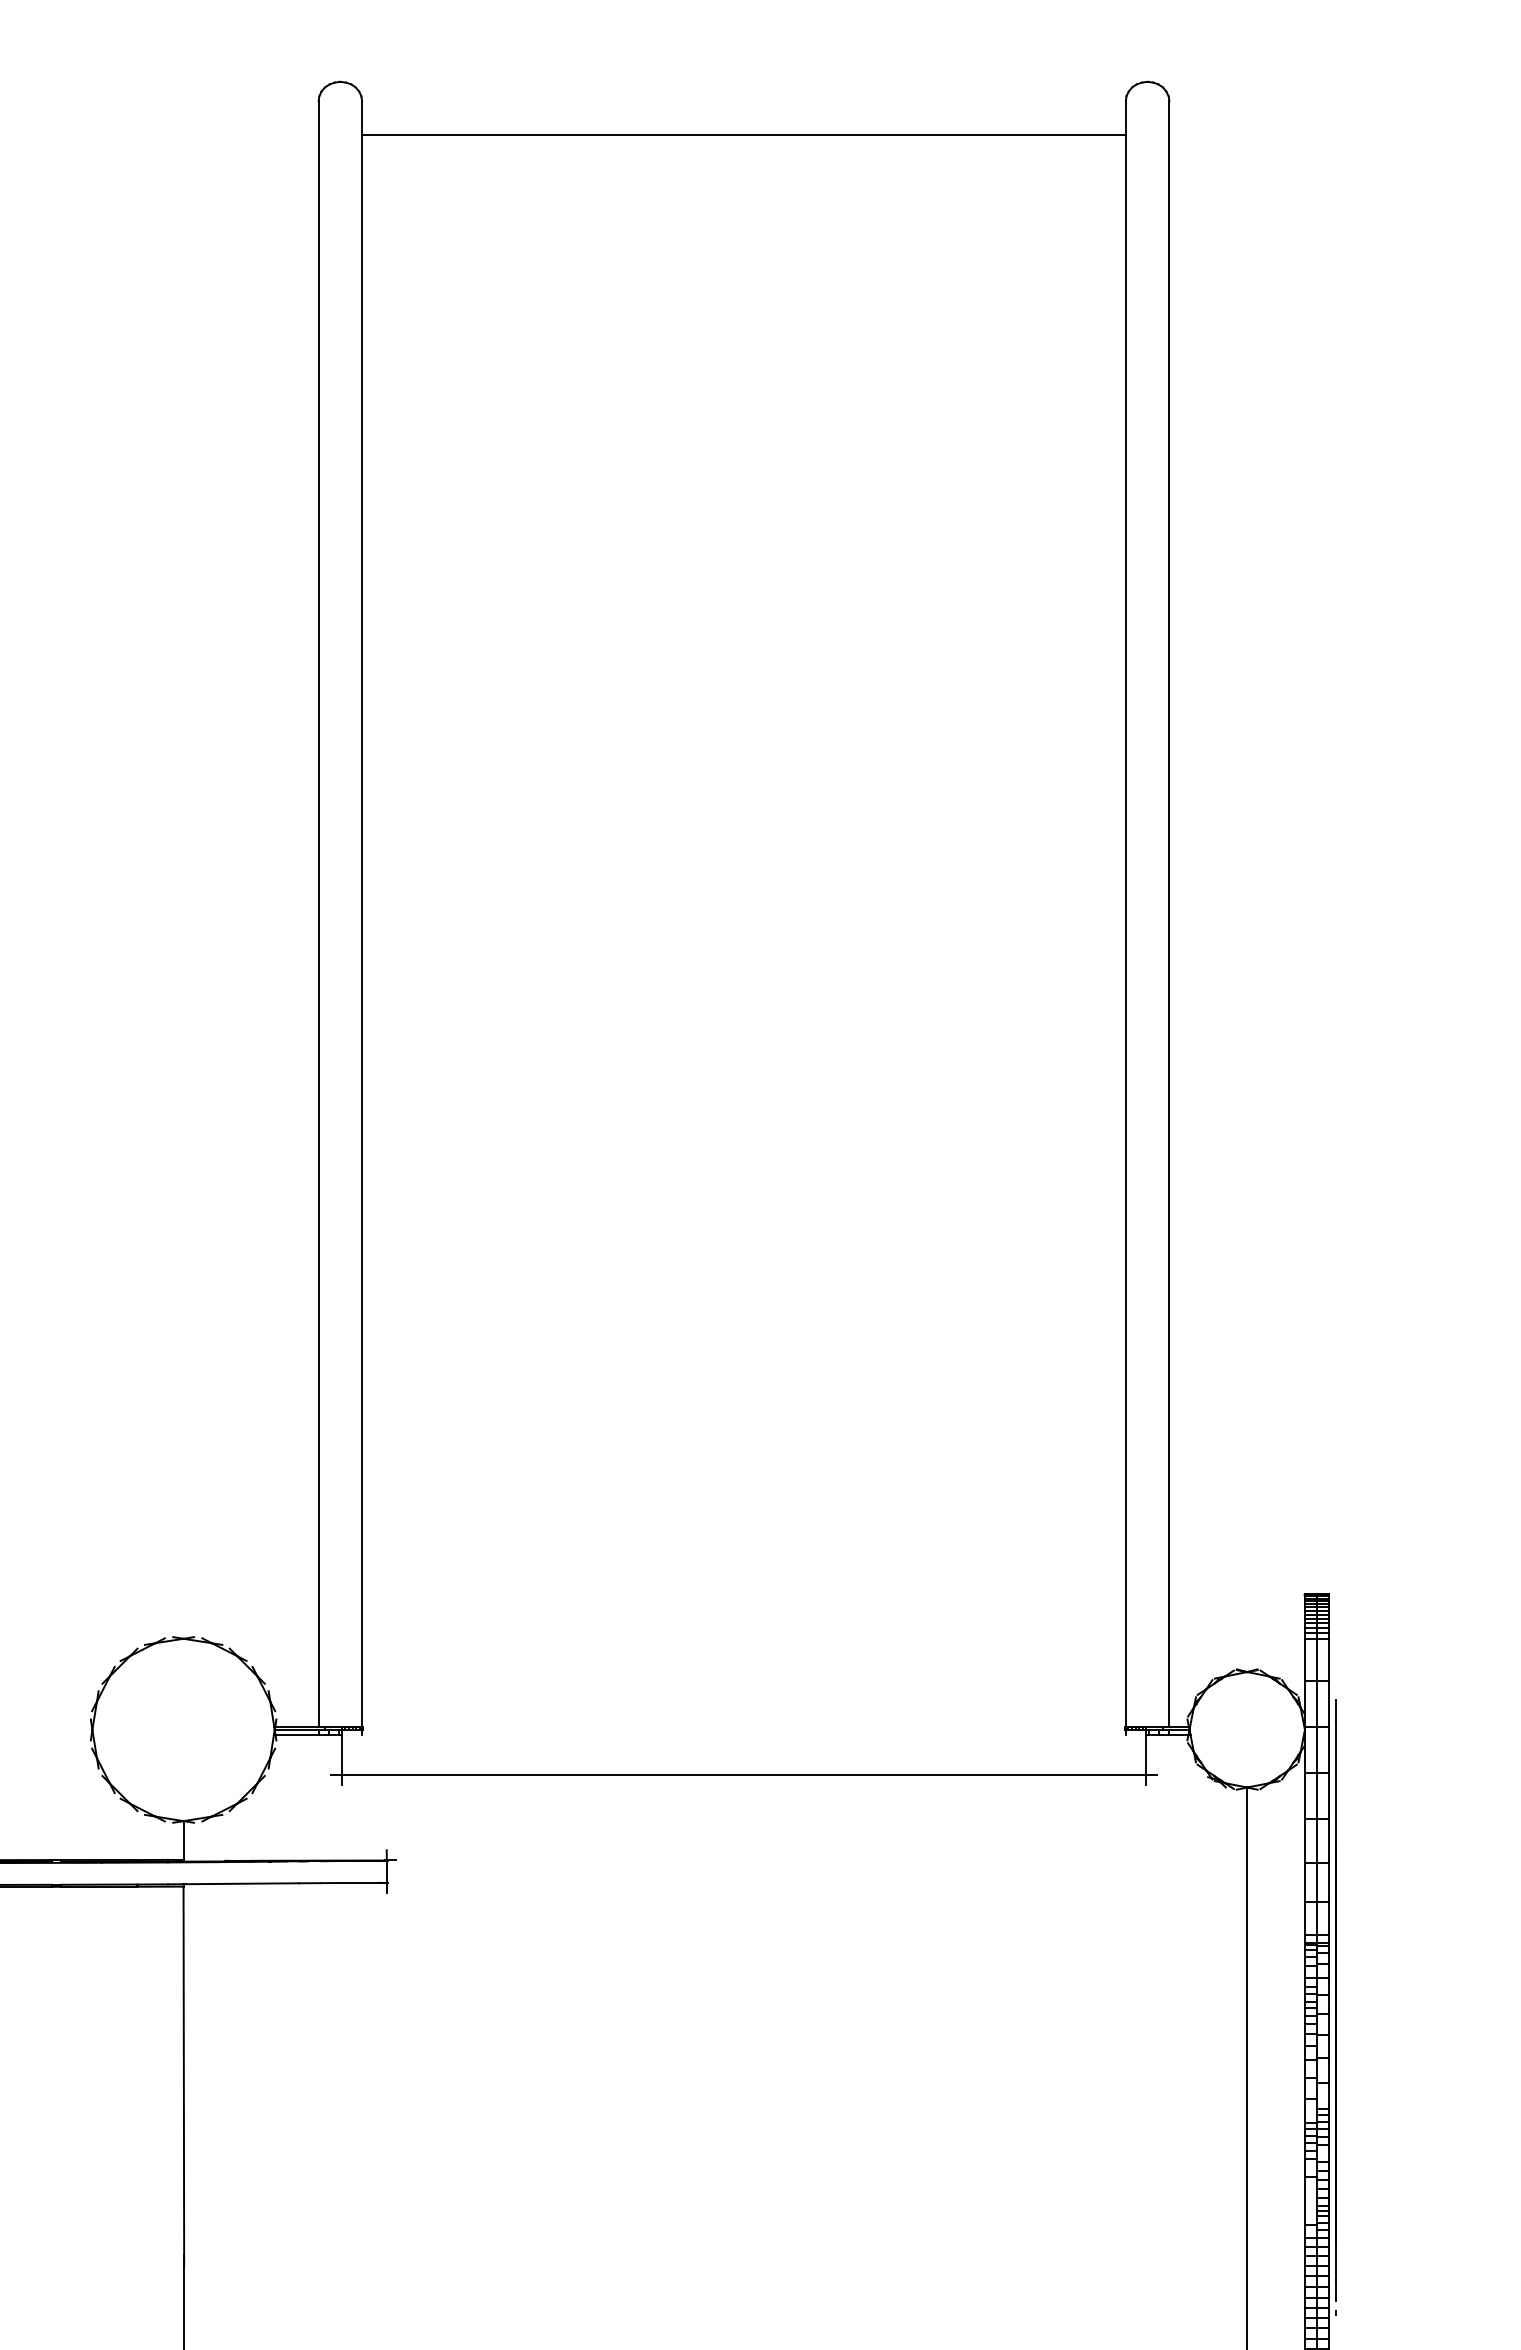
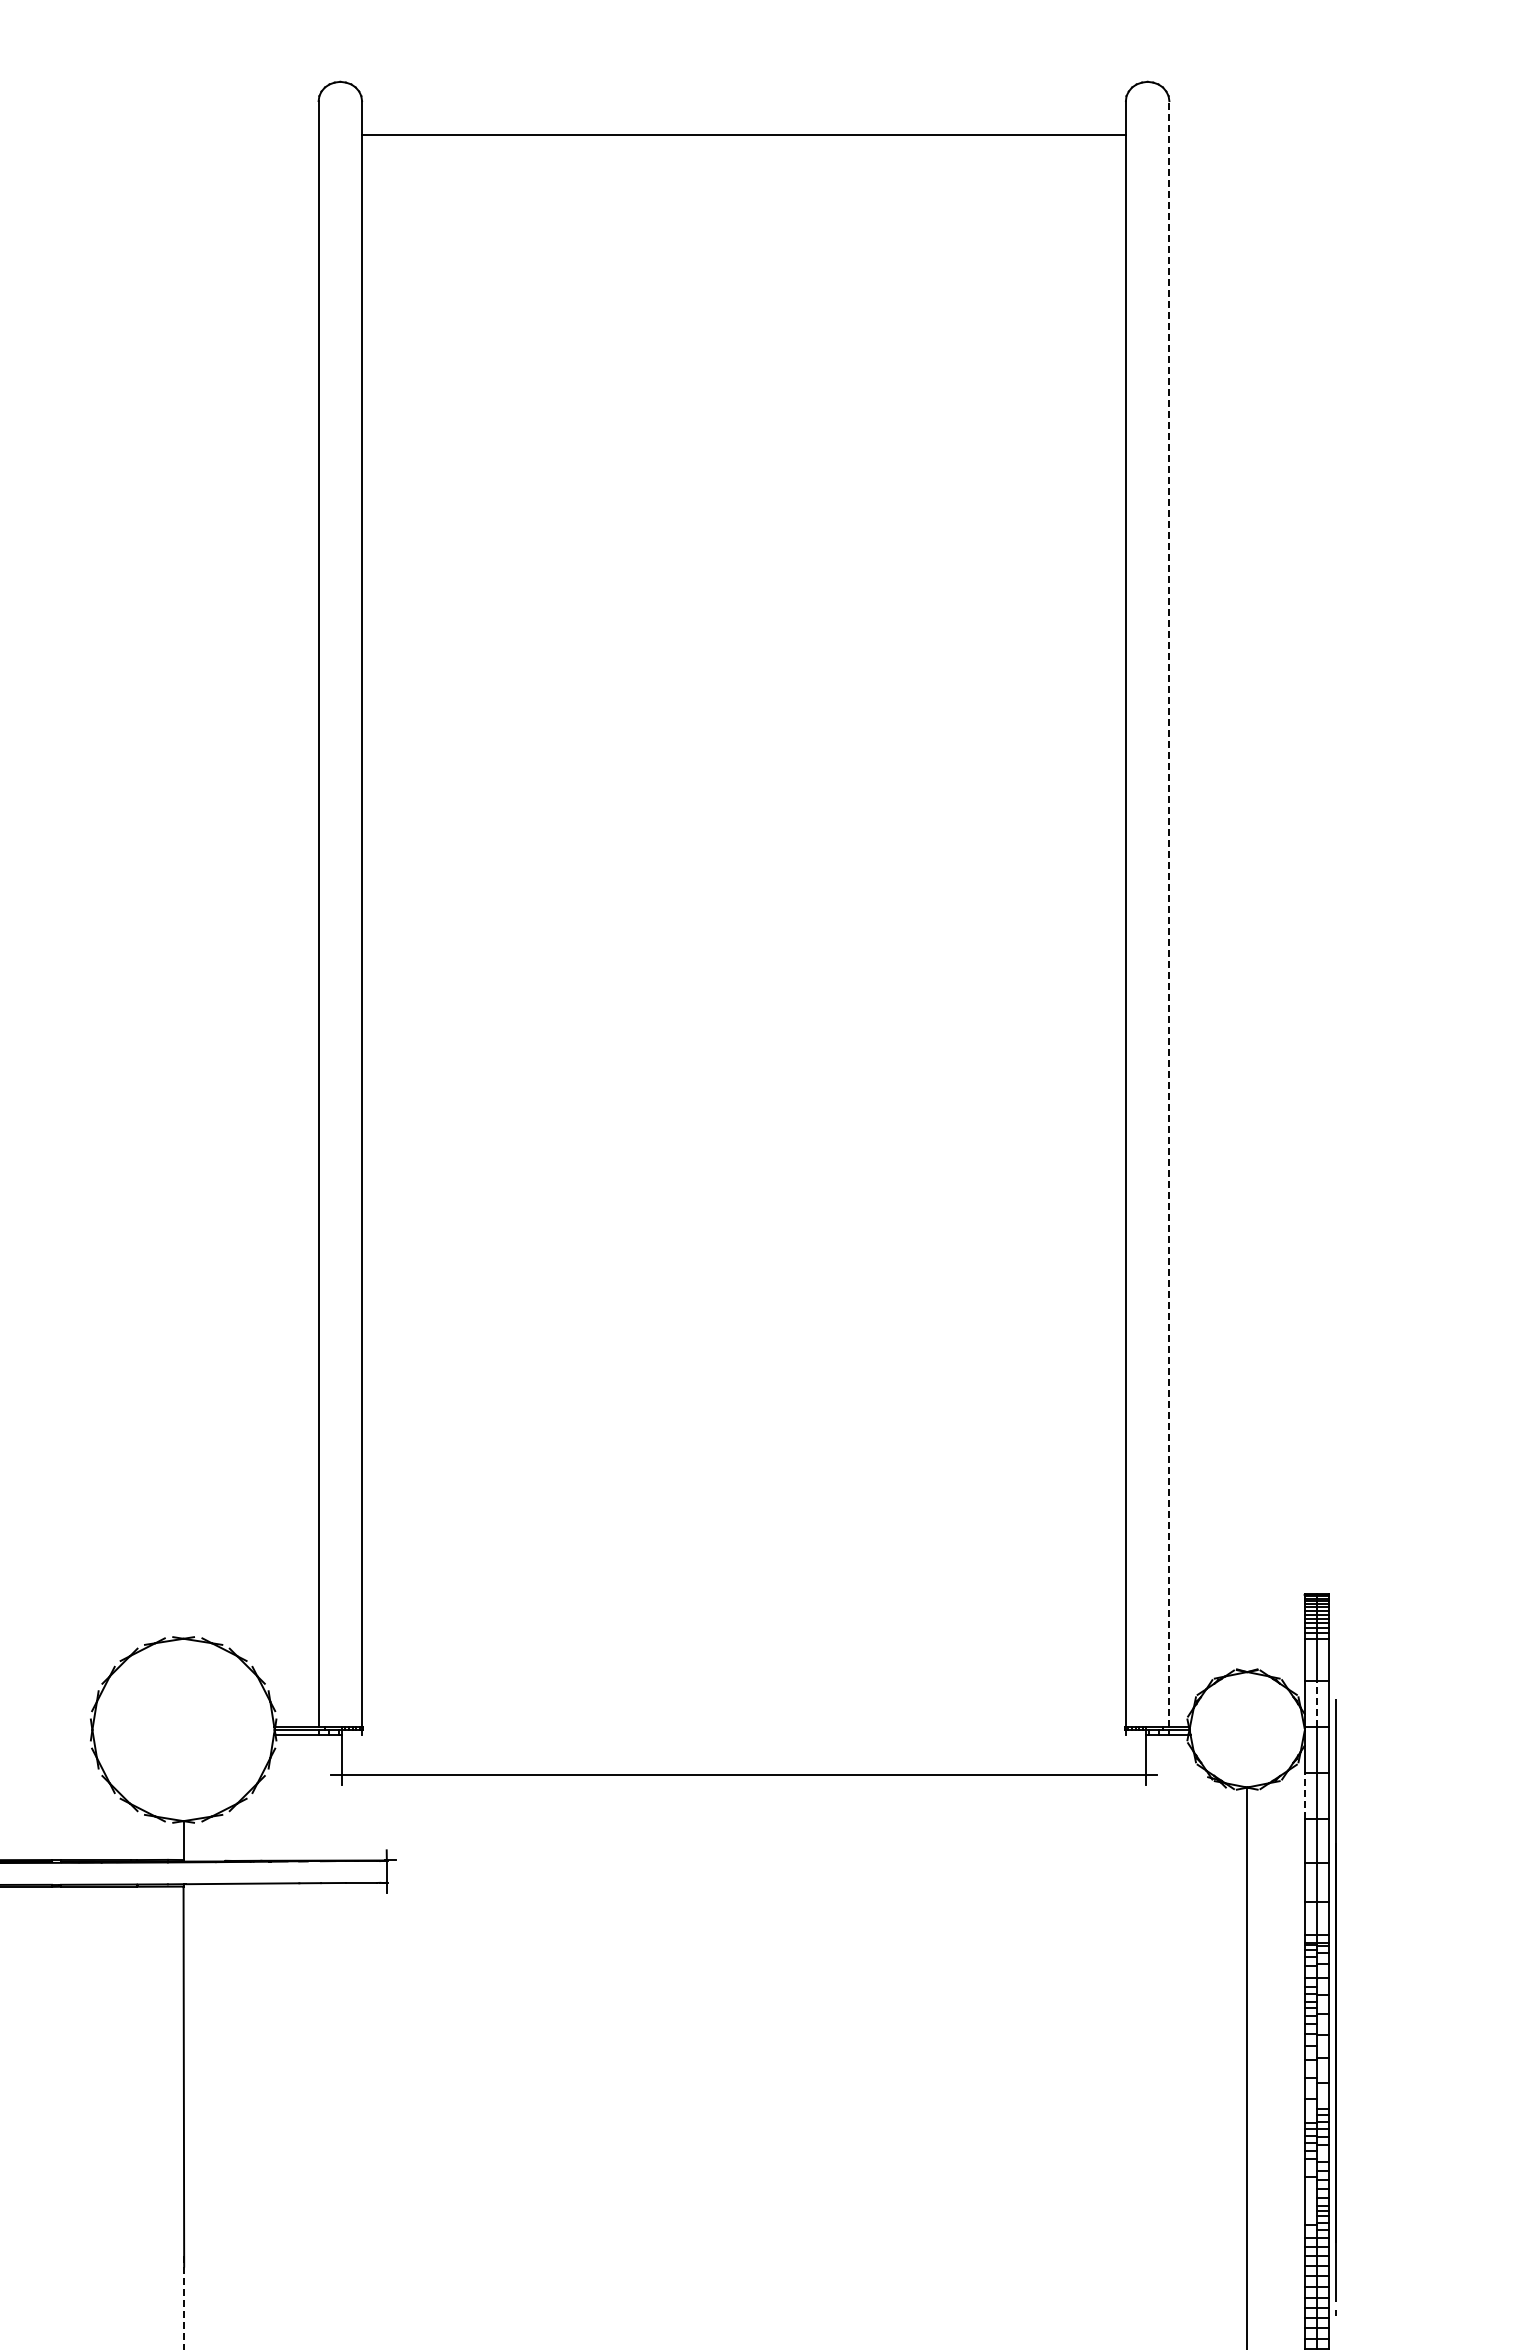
line at (1169, 914): solid -> dashed
line at (1316, 1703): solid -> dashed
line at (1304, 1796): solid -> dashed
line at (183, 2301): solid -> dashed
